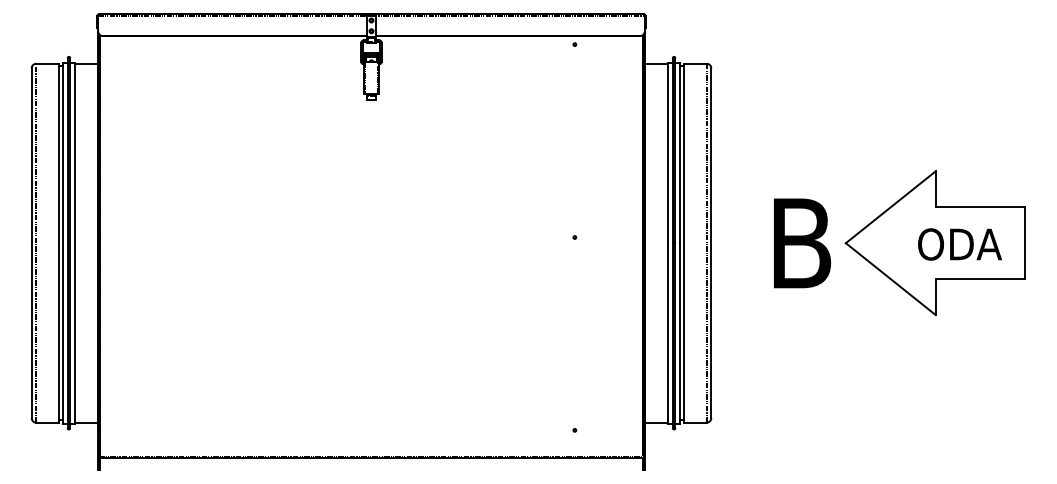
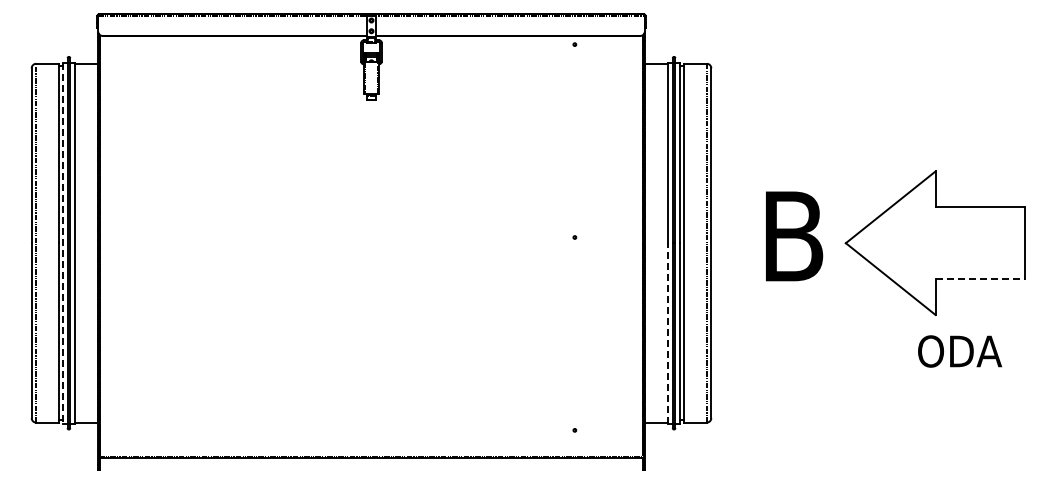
line at (63, 243): solid -> dashed
text at (802, 243) position: (802, 243) -> (794, 236)
text at (959, 244) position: (959, 244) -> (959, 351)
line at (980, 279): solid -> dashed
line at (668, 332): solid -> dashed
